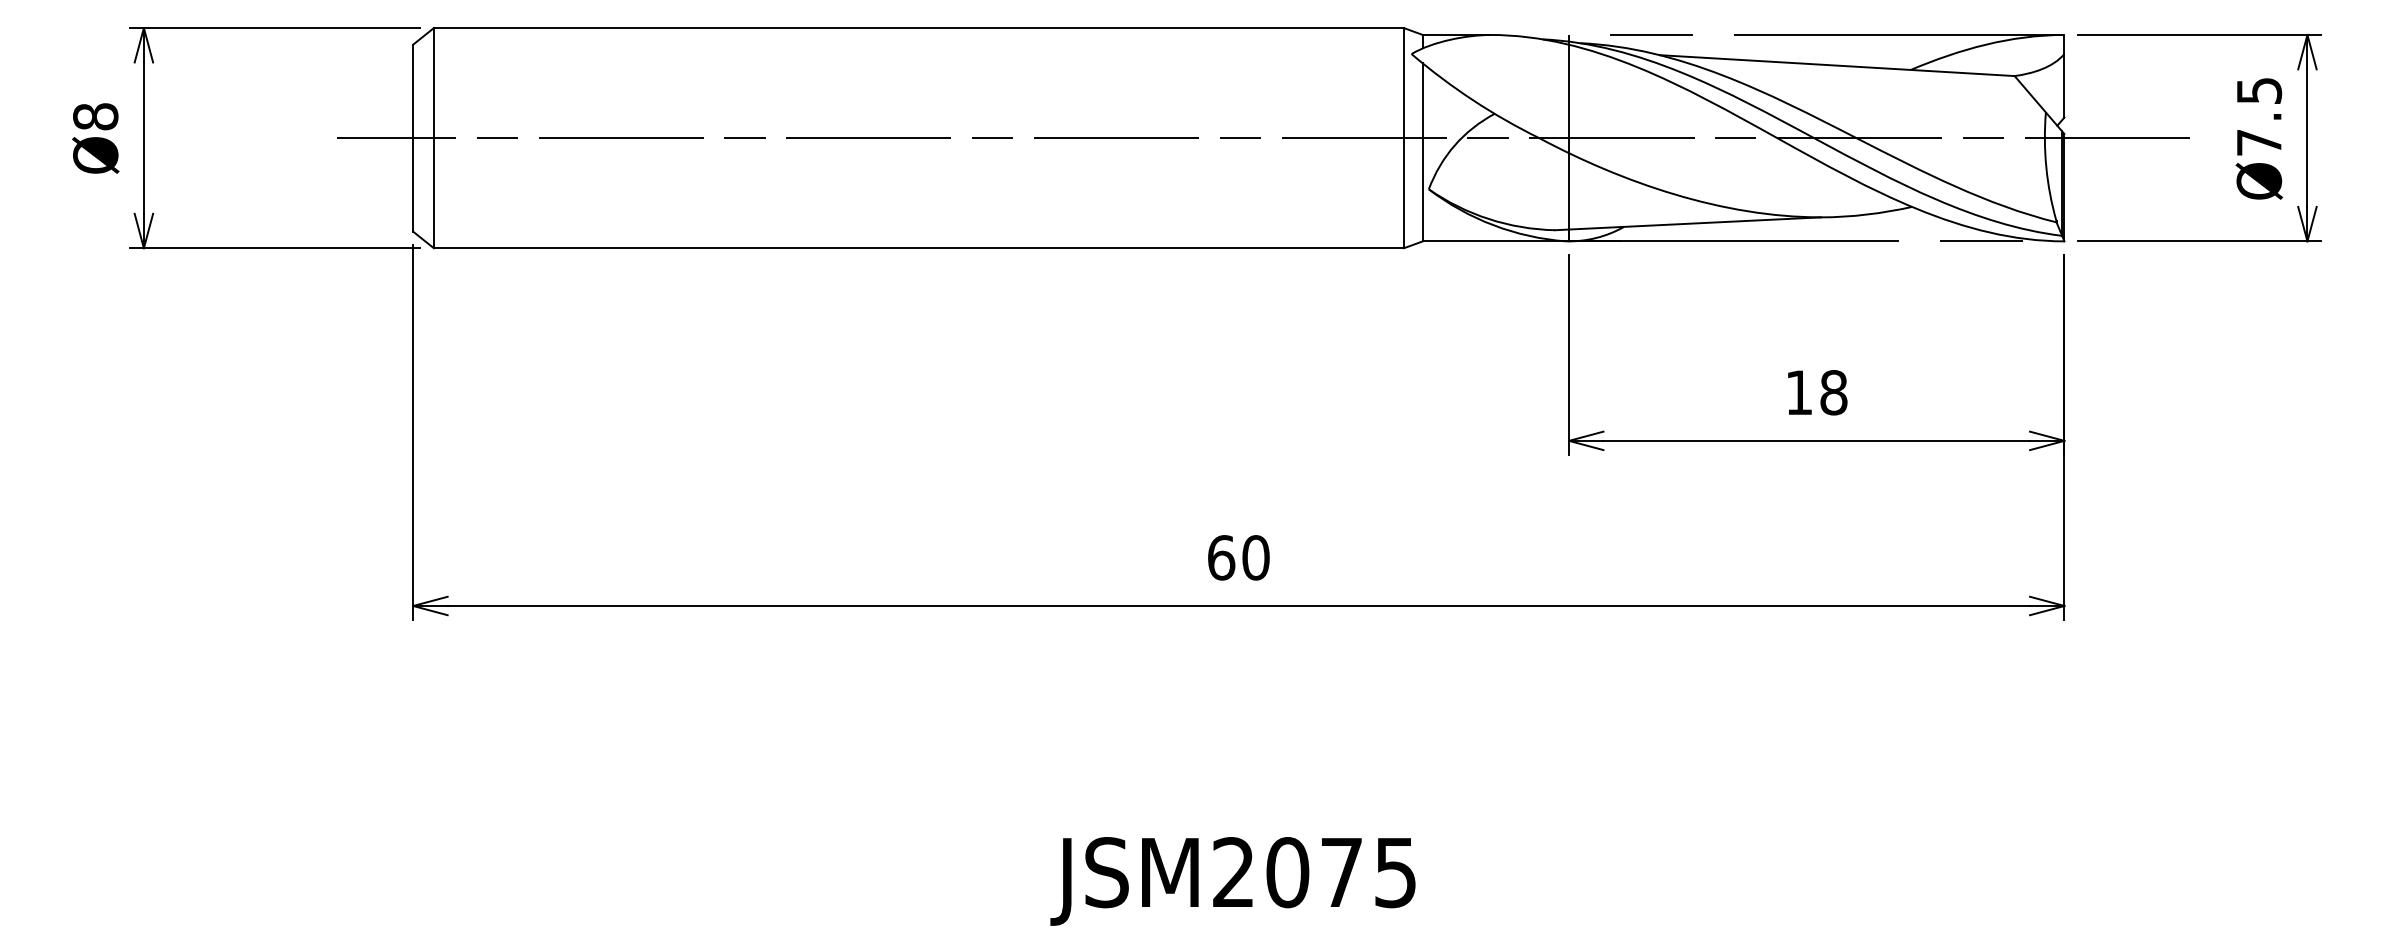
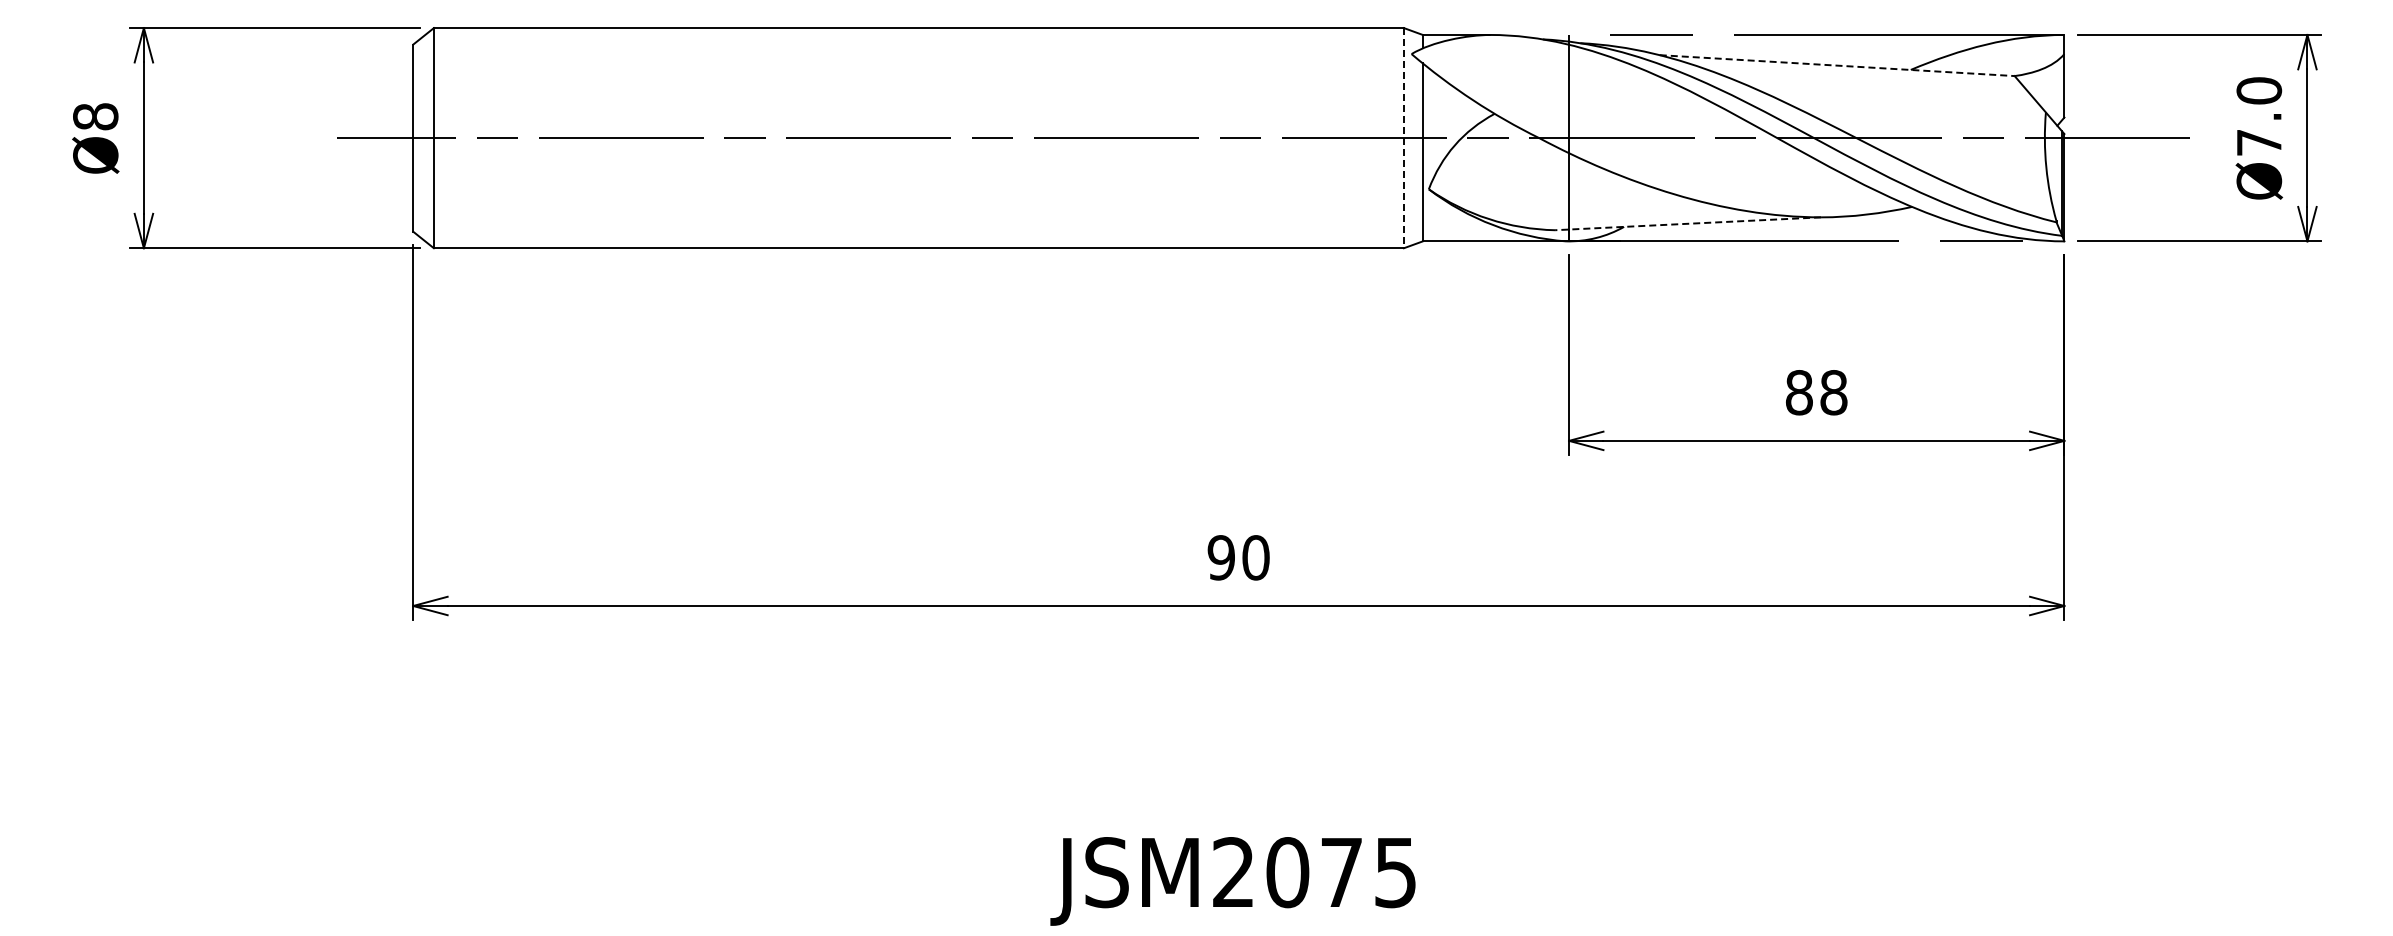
line at (1837, 65): solid -> dashed
text at (2259, 90): Ø7.5 -> Ø7.0
line at (1403, 138): solid -> dashed
line at (1687, 223): solid -> dashed
text at (1798, 392): 18 -> 88
text at (1221, 557): 60 -> 90
